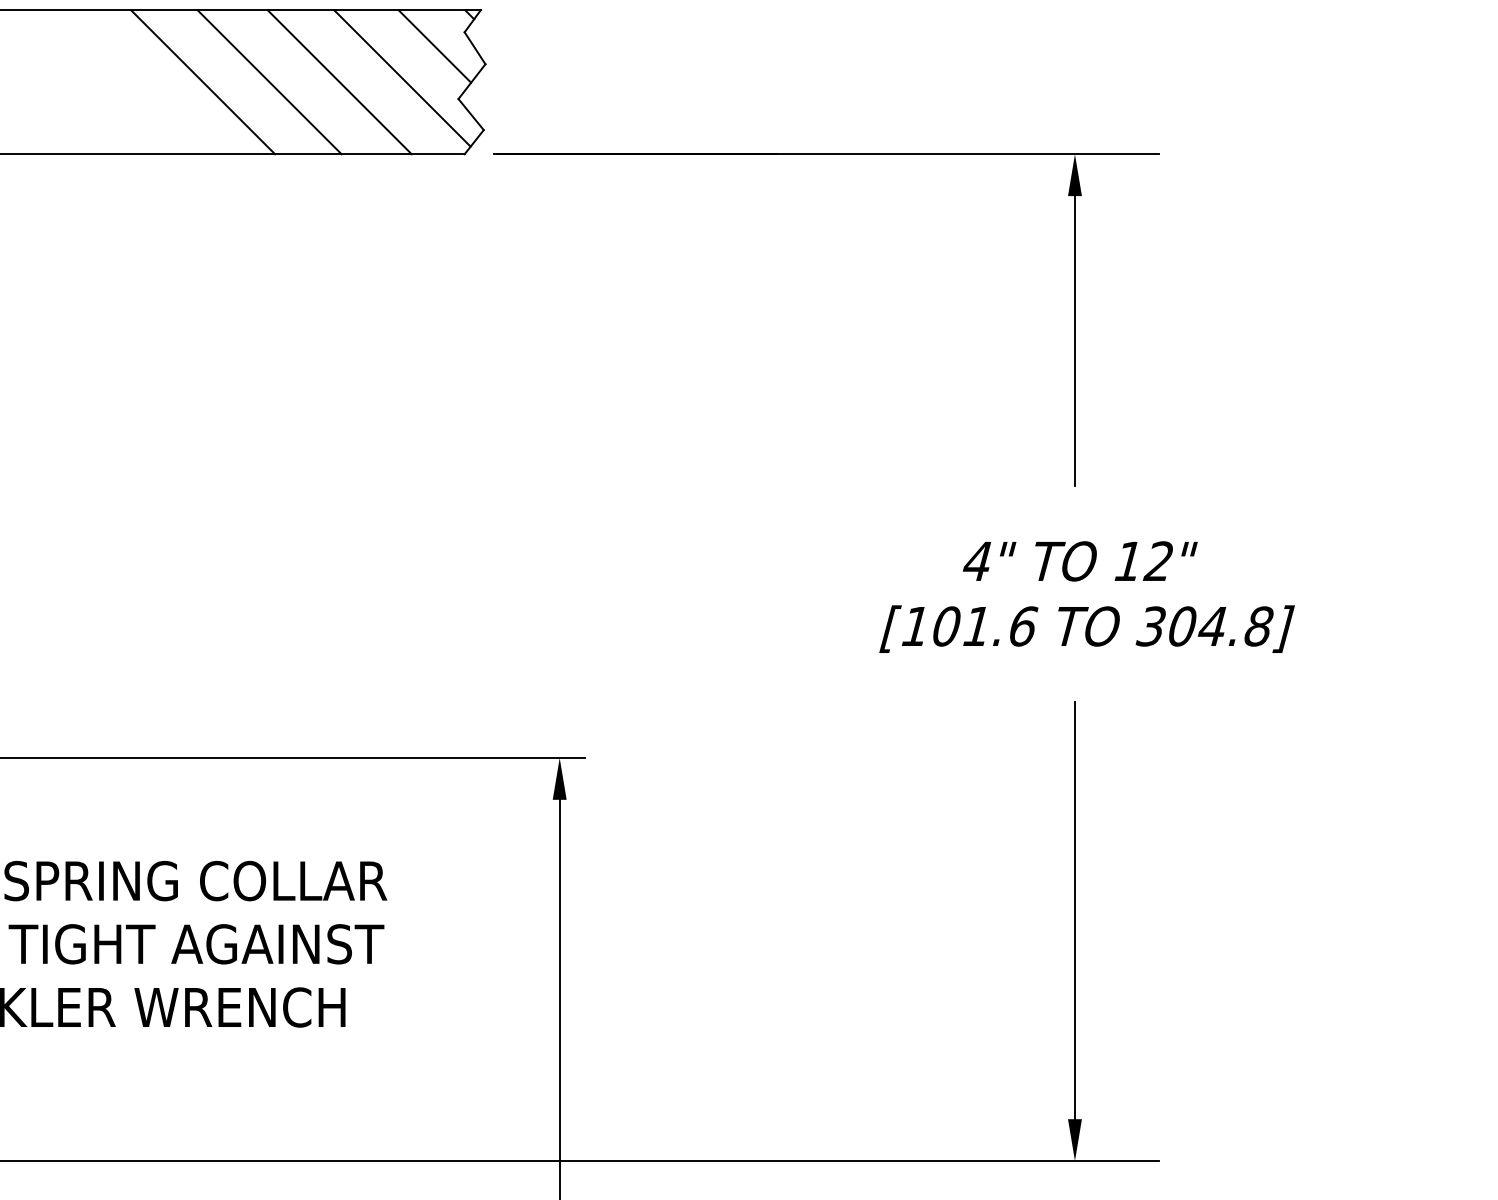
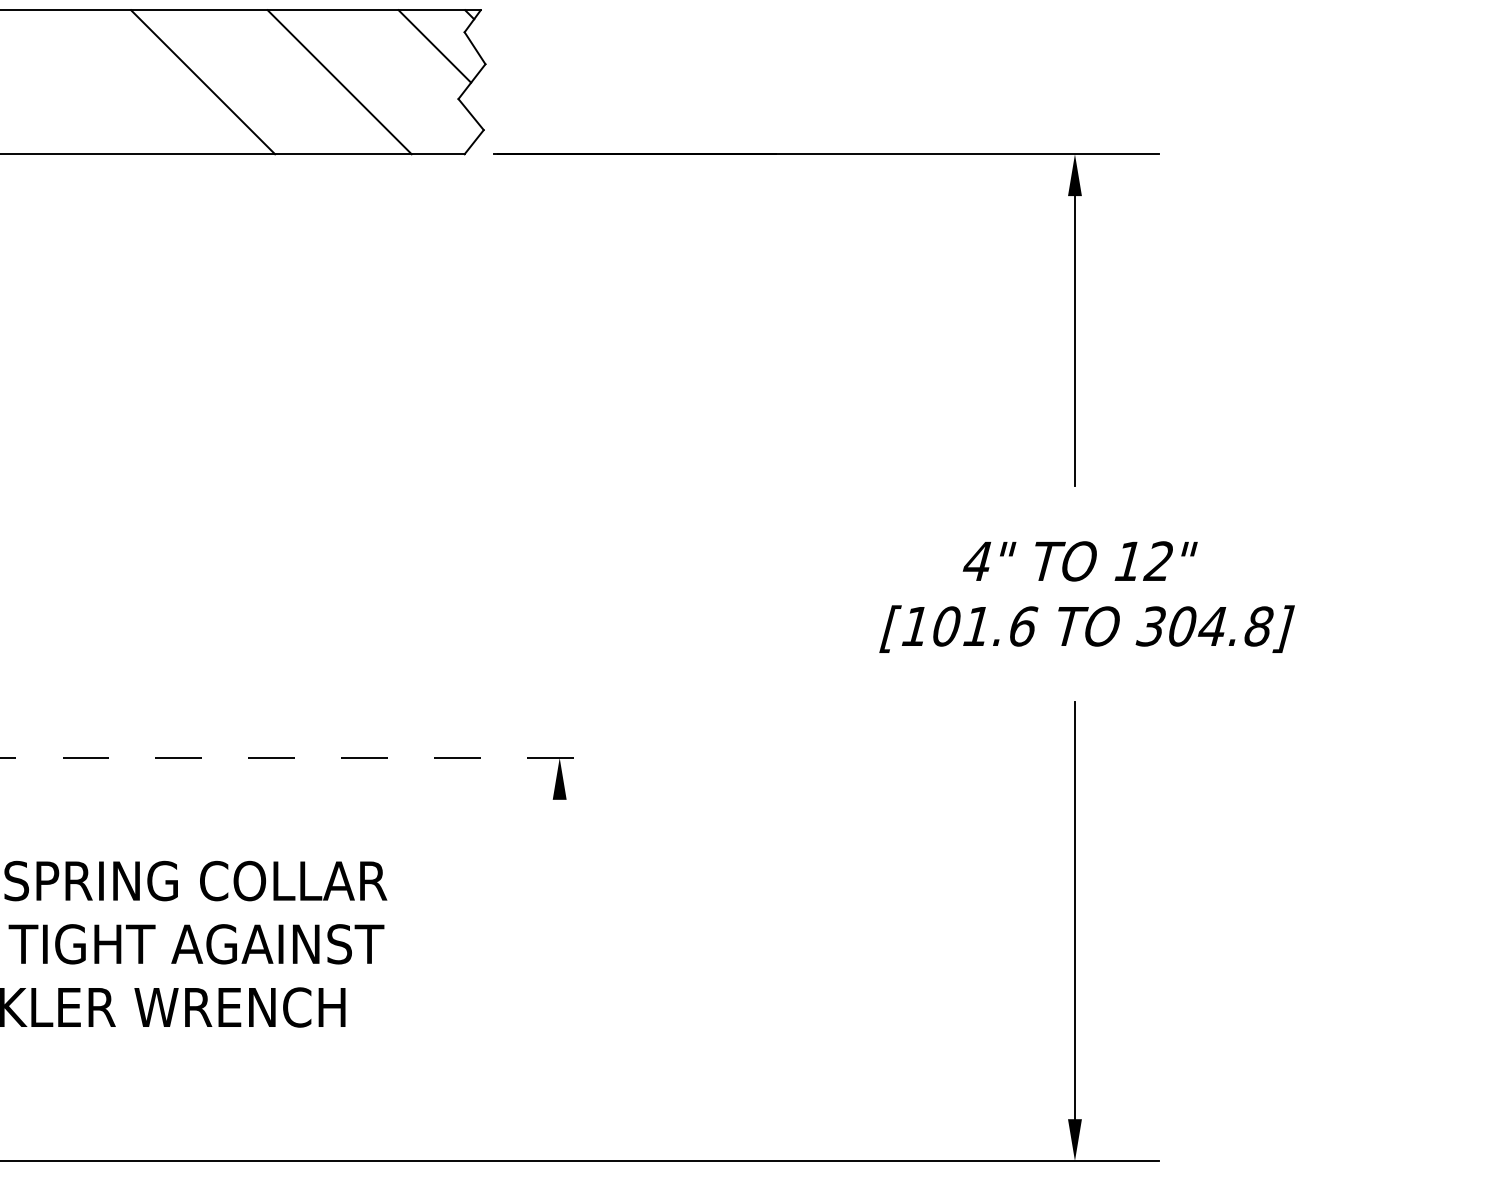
line at (402, 78): present -> none
line at (269, 82): present -> none
line at (293, 758): solid -> dashed
line at (559, 997): present -> none
